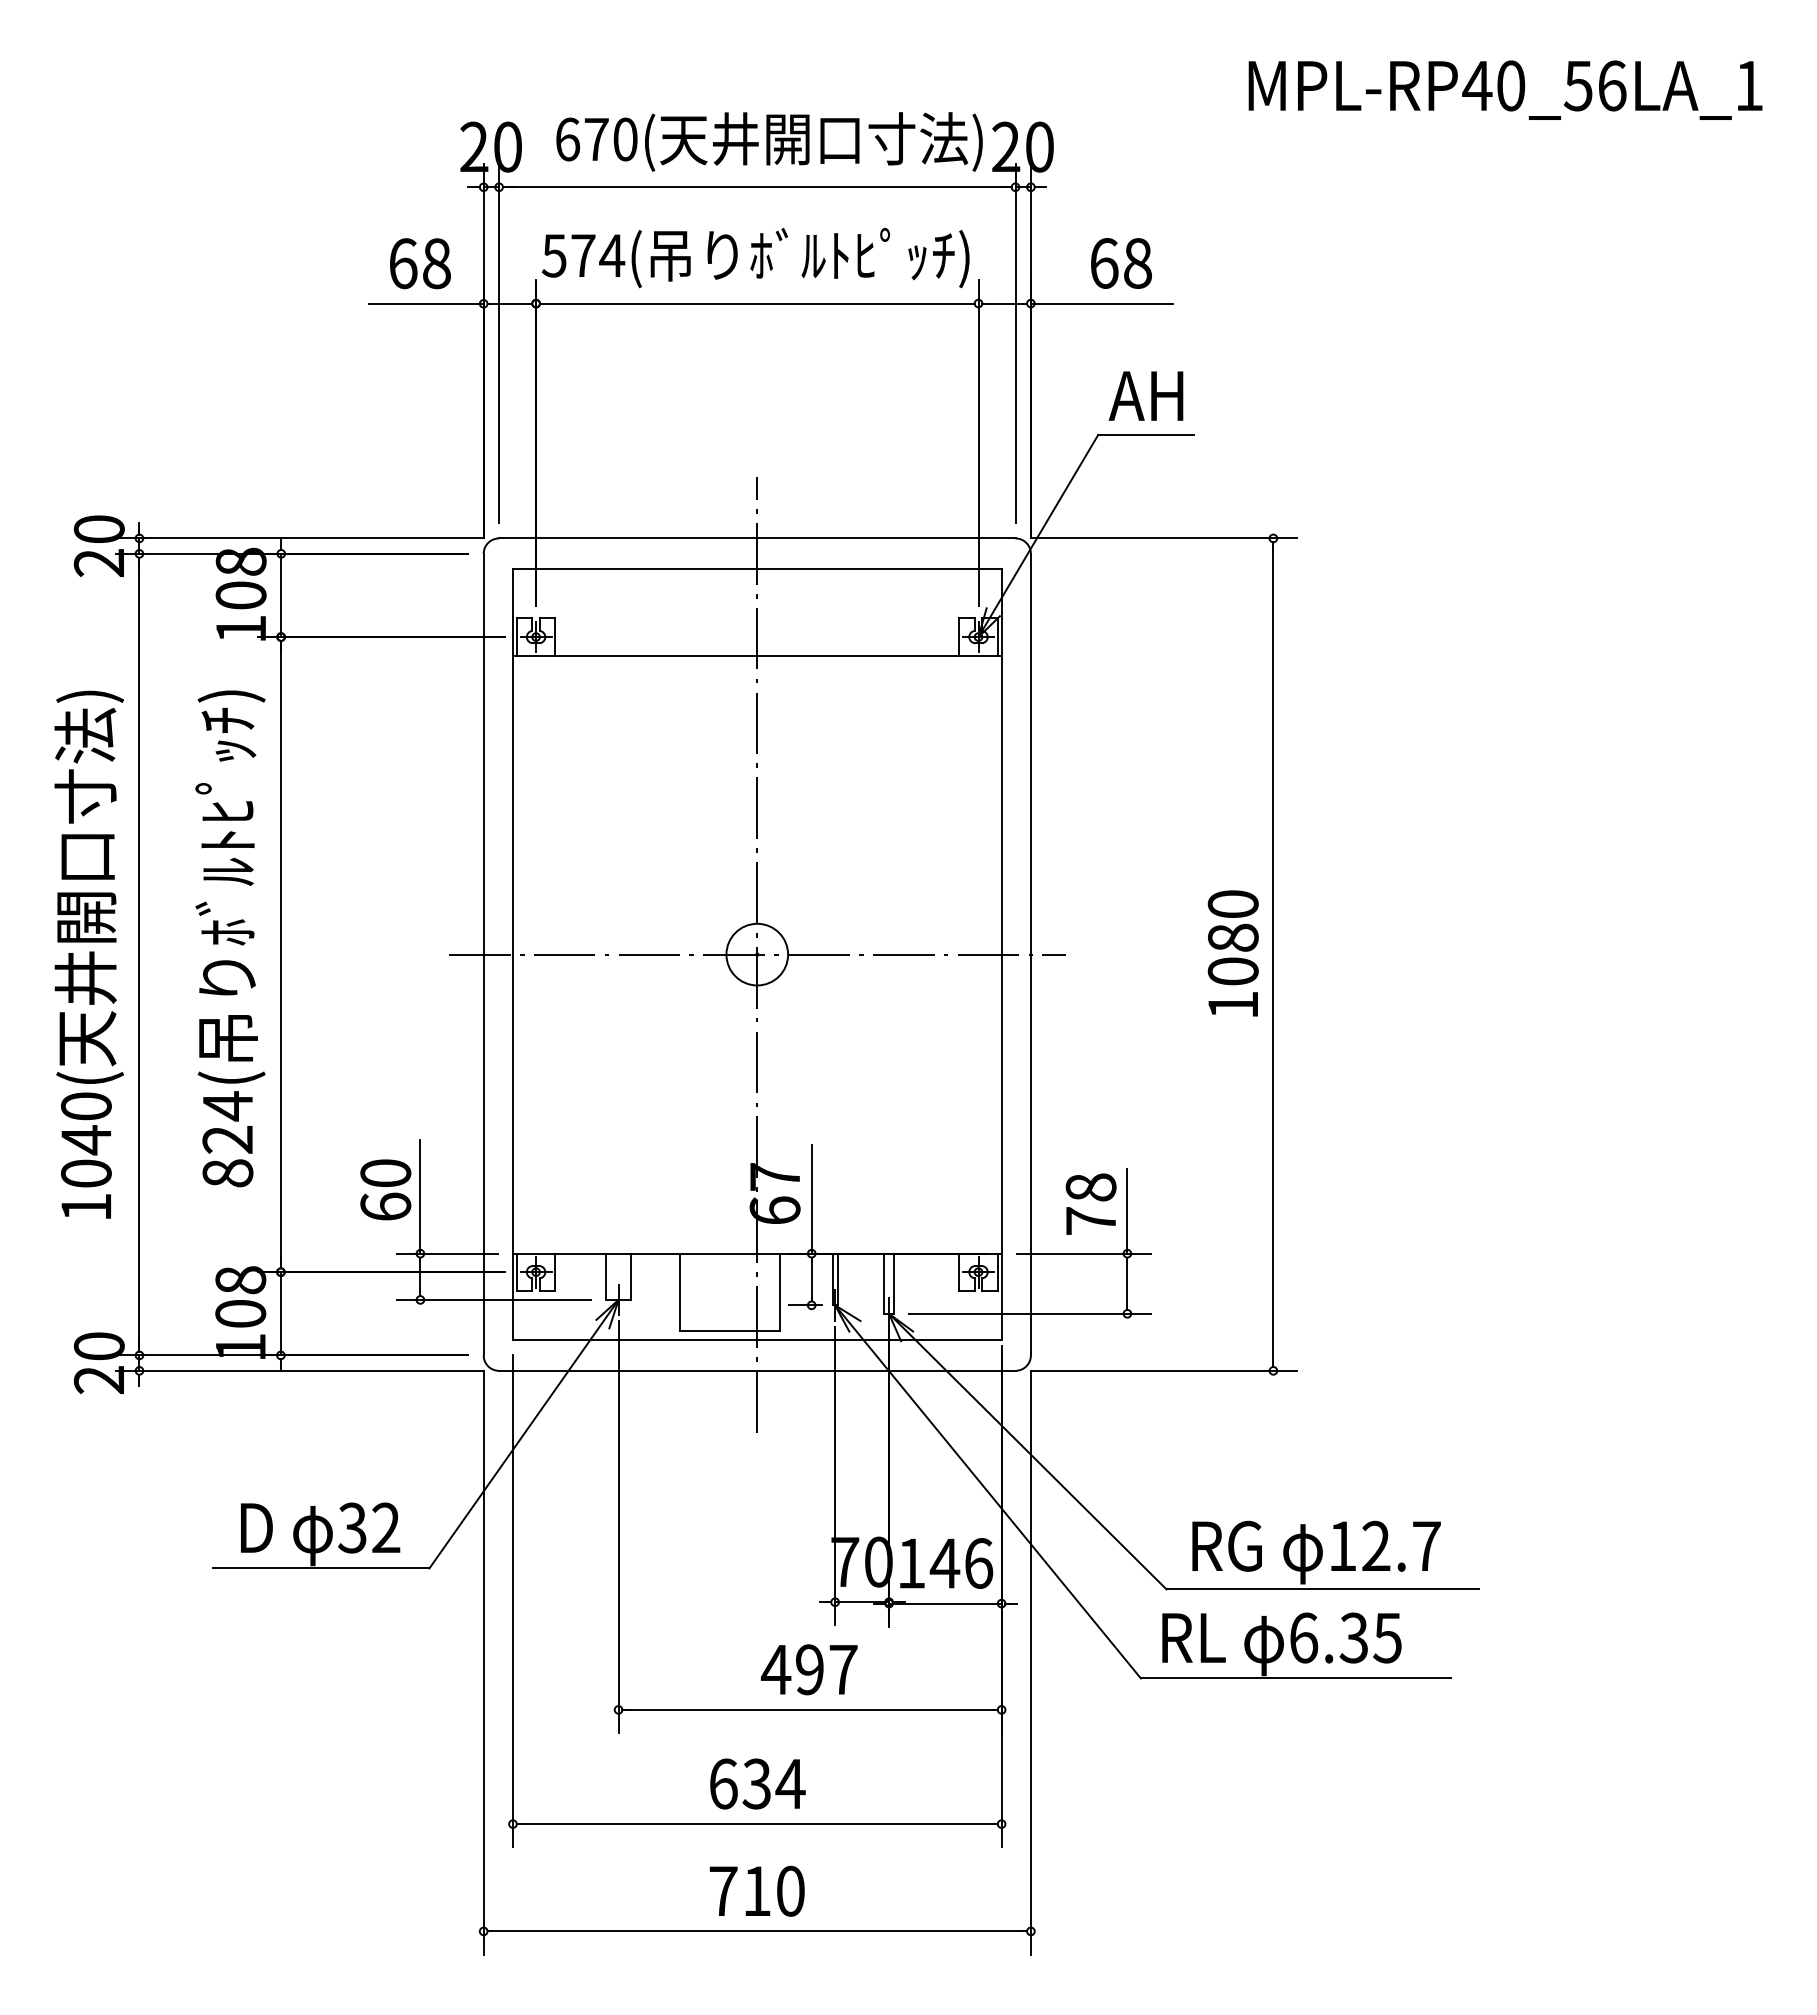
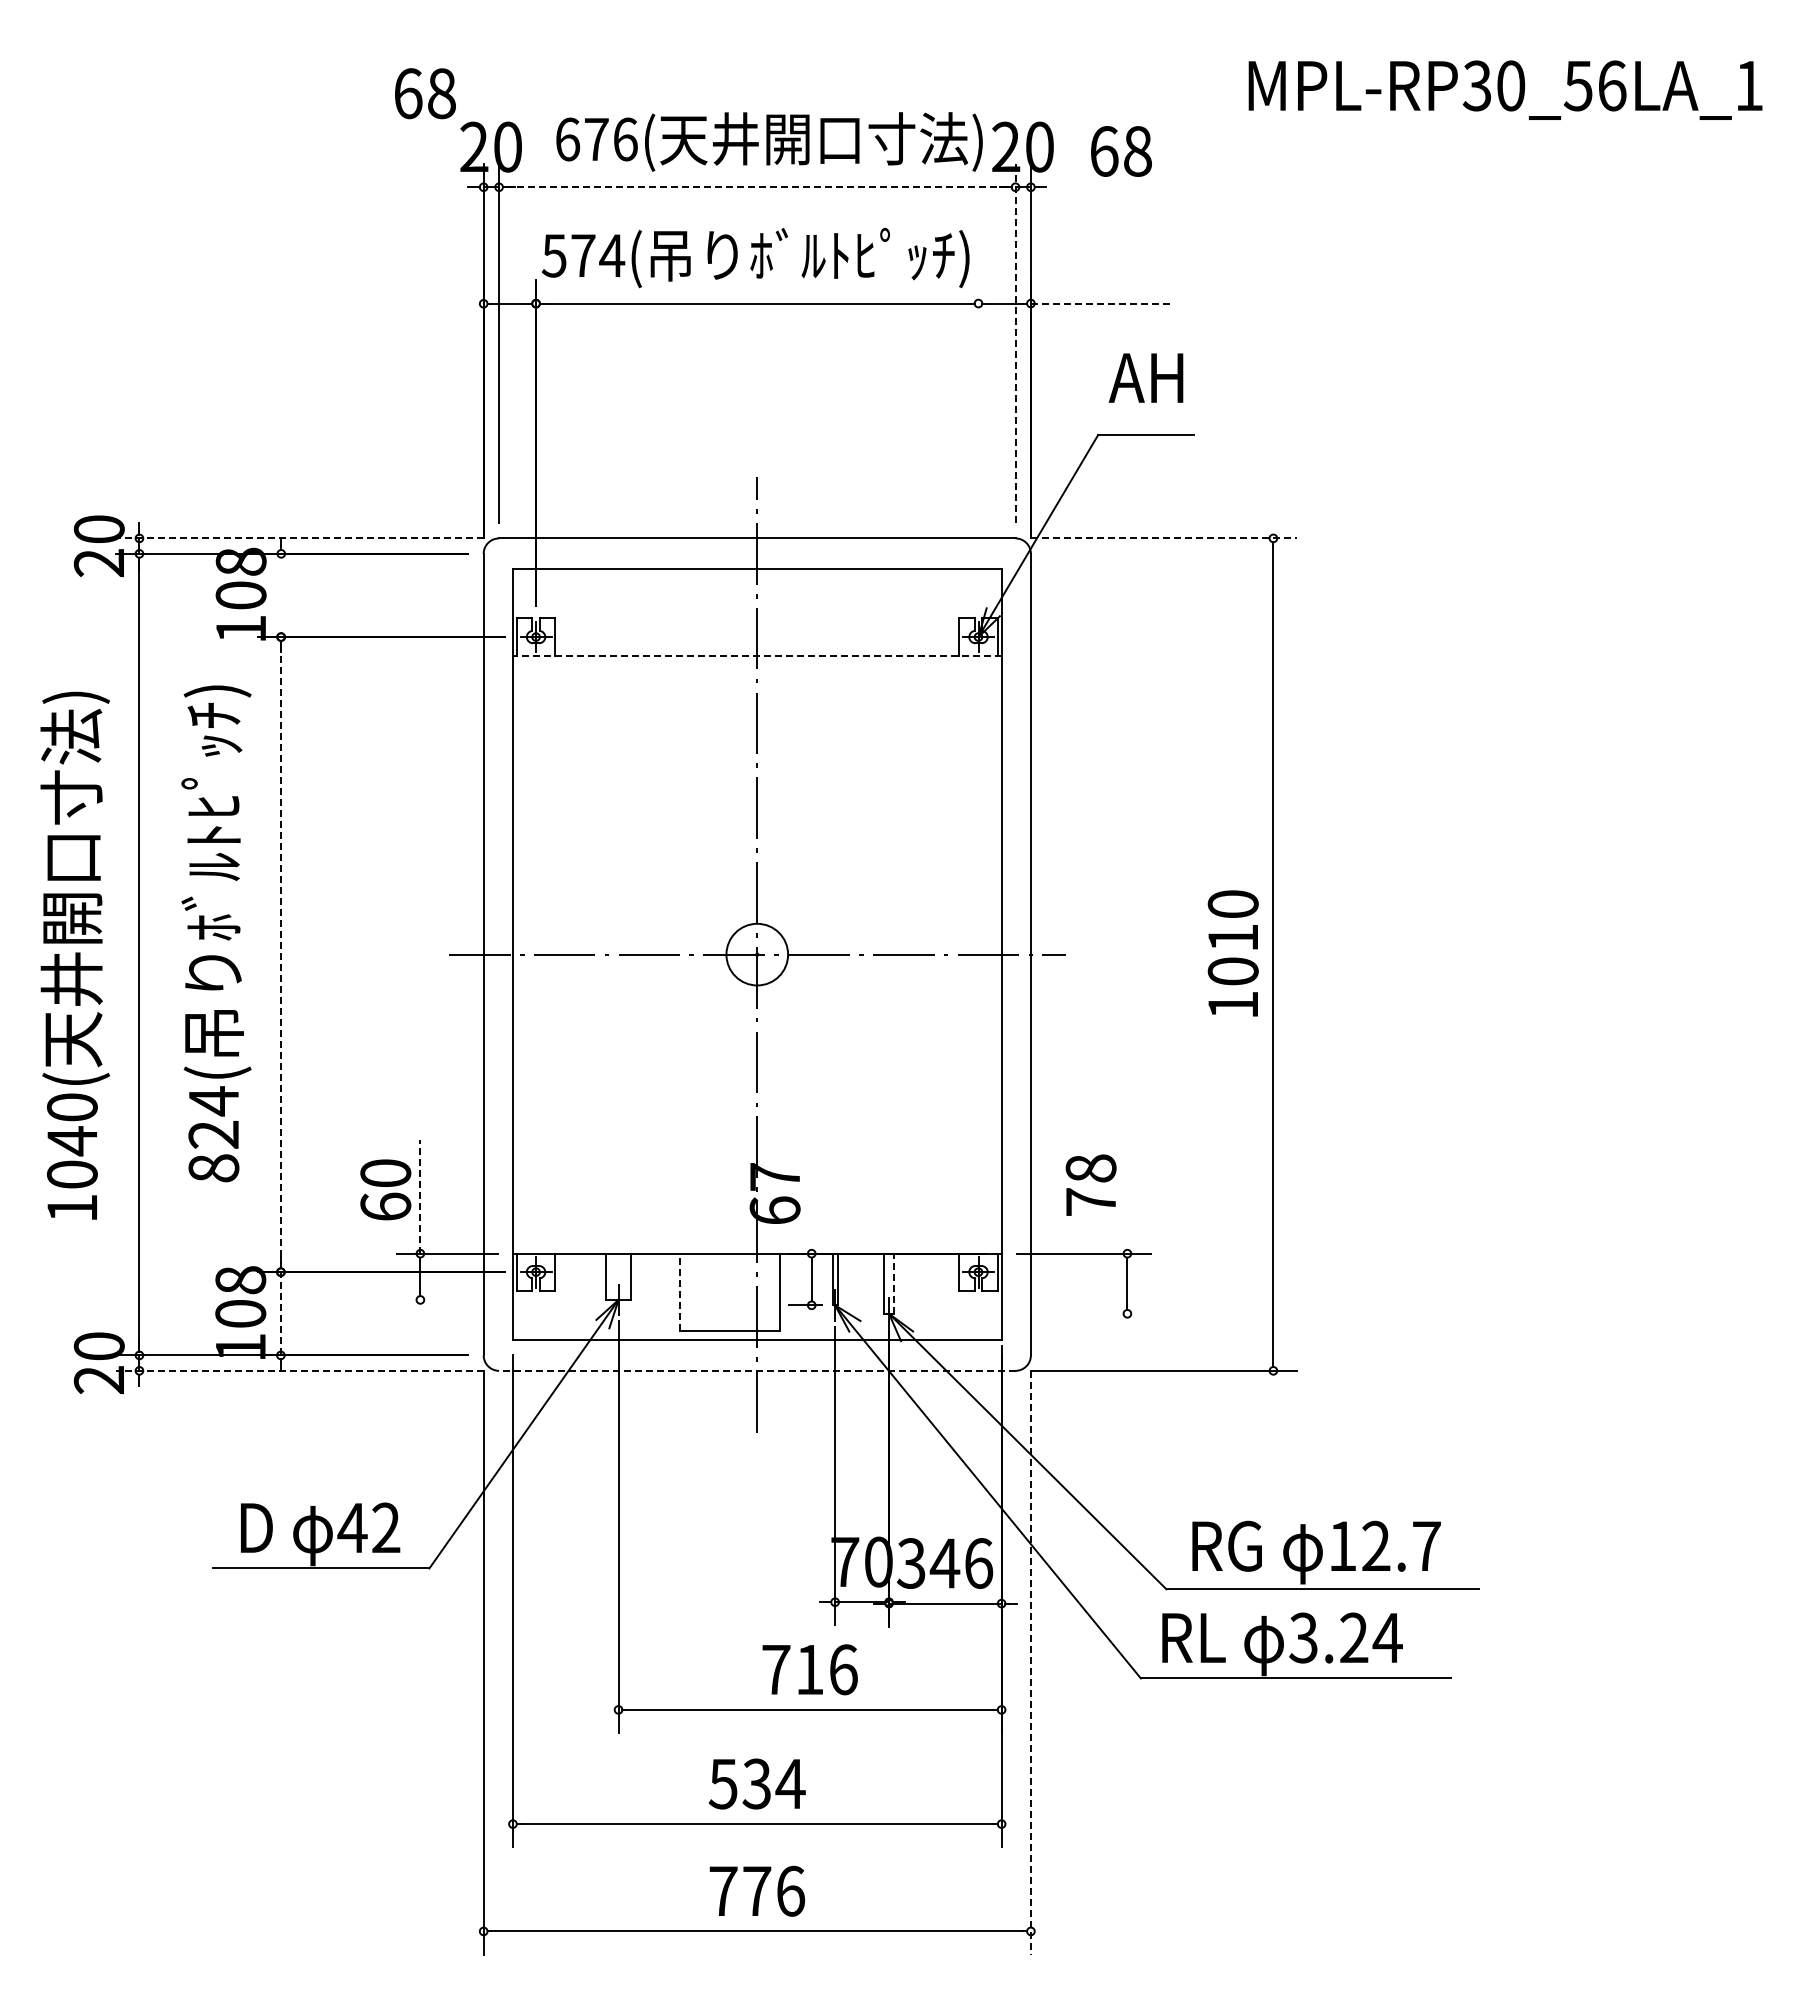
text at (1477, 85): MPL-RP40_56LA_1 -> MPL-RP30_56LA_1
text at (625, 139): 670( -> 676(
line at (756, 187): solid -> dashed
text at (420, 263) position: (420, 263) -> (425, 93)
text at (1121, 263) position: (1121, 263) -> (1121, 151)
line at (425, 303): present -> none
line at (1101, 303): solid -> dashed
line at (1015, 343): solid -> dashed
text at (1145, 395) position: (1145, 395) -> (1145, 377)
line at (978, 443): present -> none
line at (300, 538): solid -> dashed
line at (1163, 538): solid -> dashed
line at (281, 595): present -> none
line at (756, 655): solid -> dashed
text at (1233, 937): 1080 -> 1010
text at (230, 938) position: (230, 938) -> (216, 933)
text at (88, 954) position: (88, 954) -> (74, 955)
line at (280, 954): solid -> dashed
line at (420, 1196): solid -> dashed
line at (811, 1199): present -> none
text at (1090, 1203) position: (1090, 1203) -> (1090, 1184)
line at (1127, 1210): present -> none
line at (893, 1283): solid -> dashed
line at (680, 1292): solid -> dashed
line at (493, 1299): present -> none
line at (280, 1313): solid -> dashed
line at (1029, 1313): present -> none
line at (300, 1370): solid -> dashed
line at (756, 1370): solid -> dashed
text at (352, 1527): 32 -> 42
text at (910, 1563): 146 -> 346
text at (1345, 1637): 6.35 -> 3.24
line at (1030, 1662): solid -> dashed
text at (808, 1669): 497 -> 716
text at (722, 1783): 634 -> 534
text at (774, 1890): 710 -> 776
